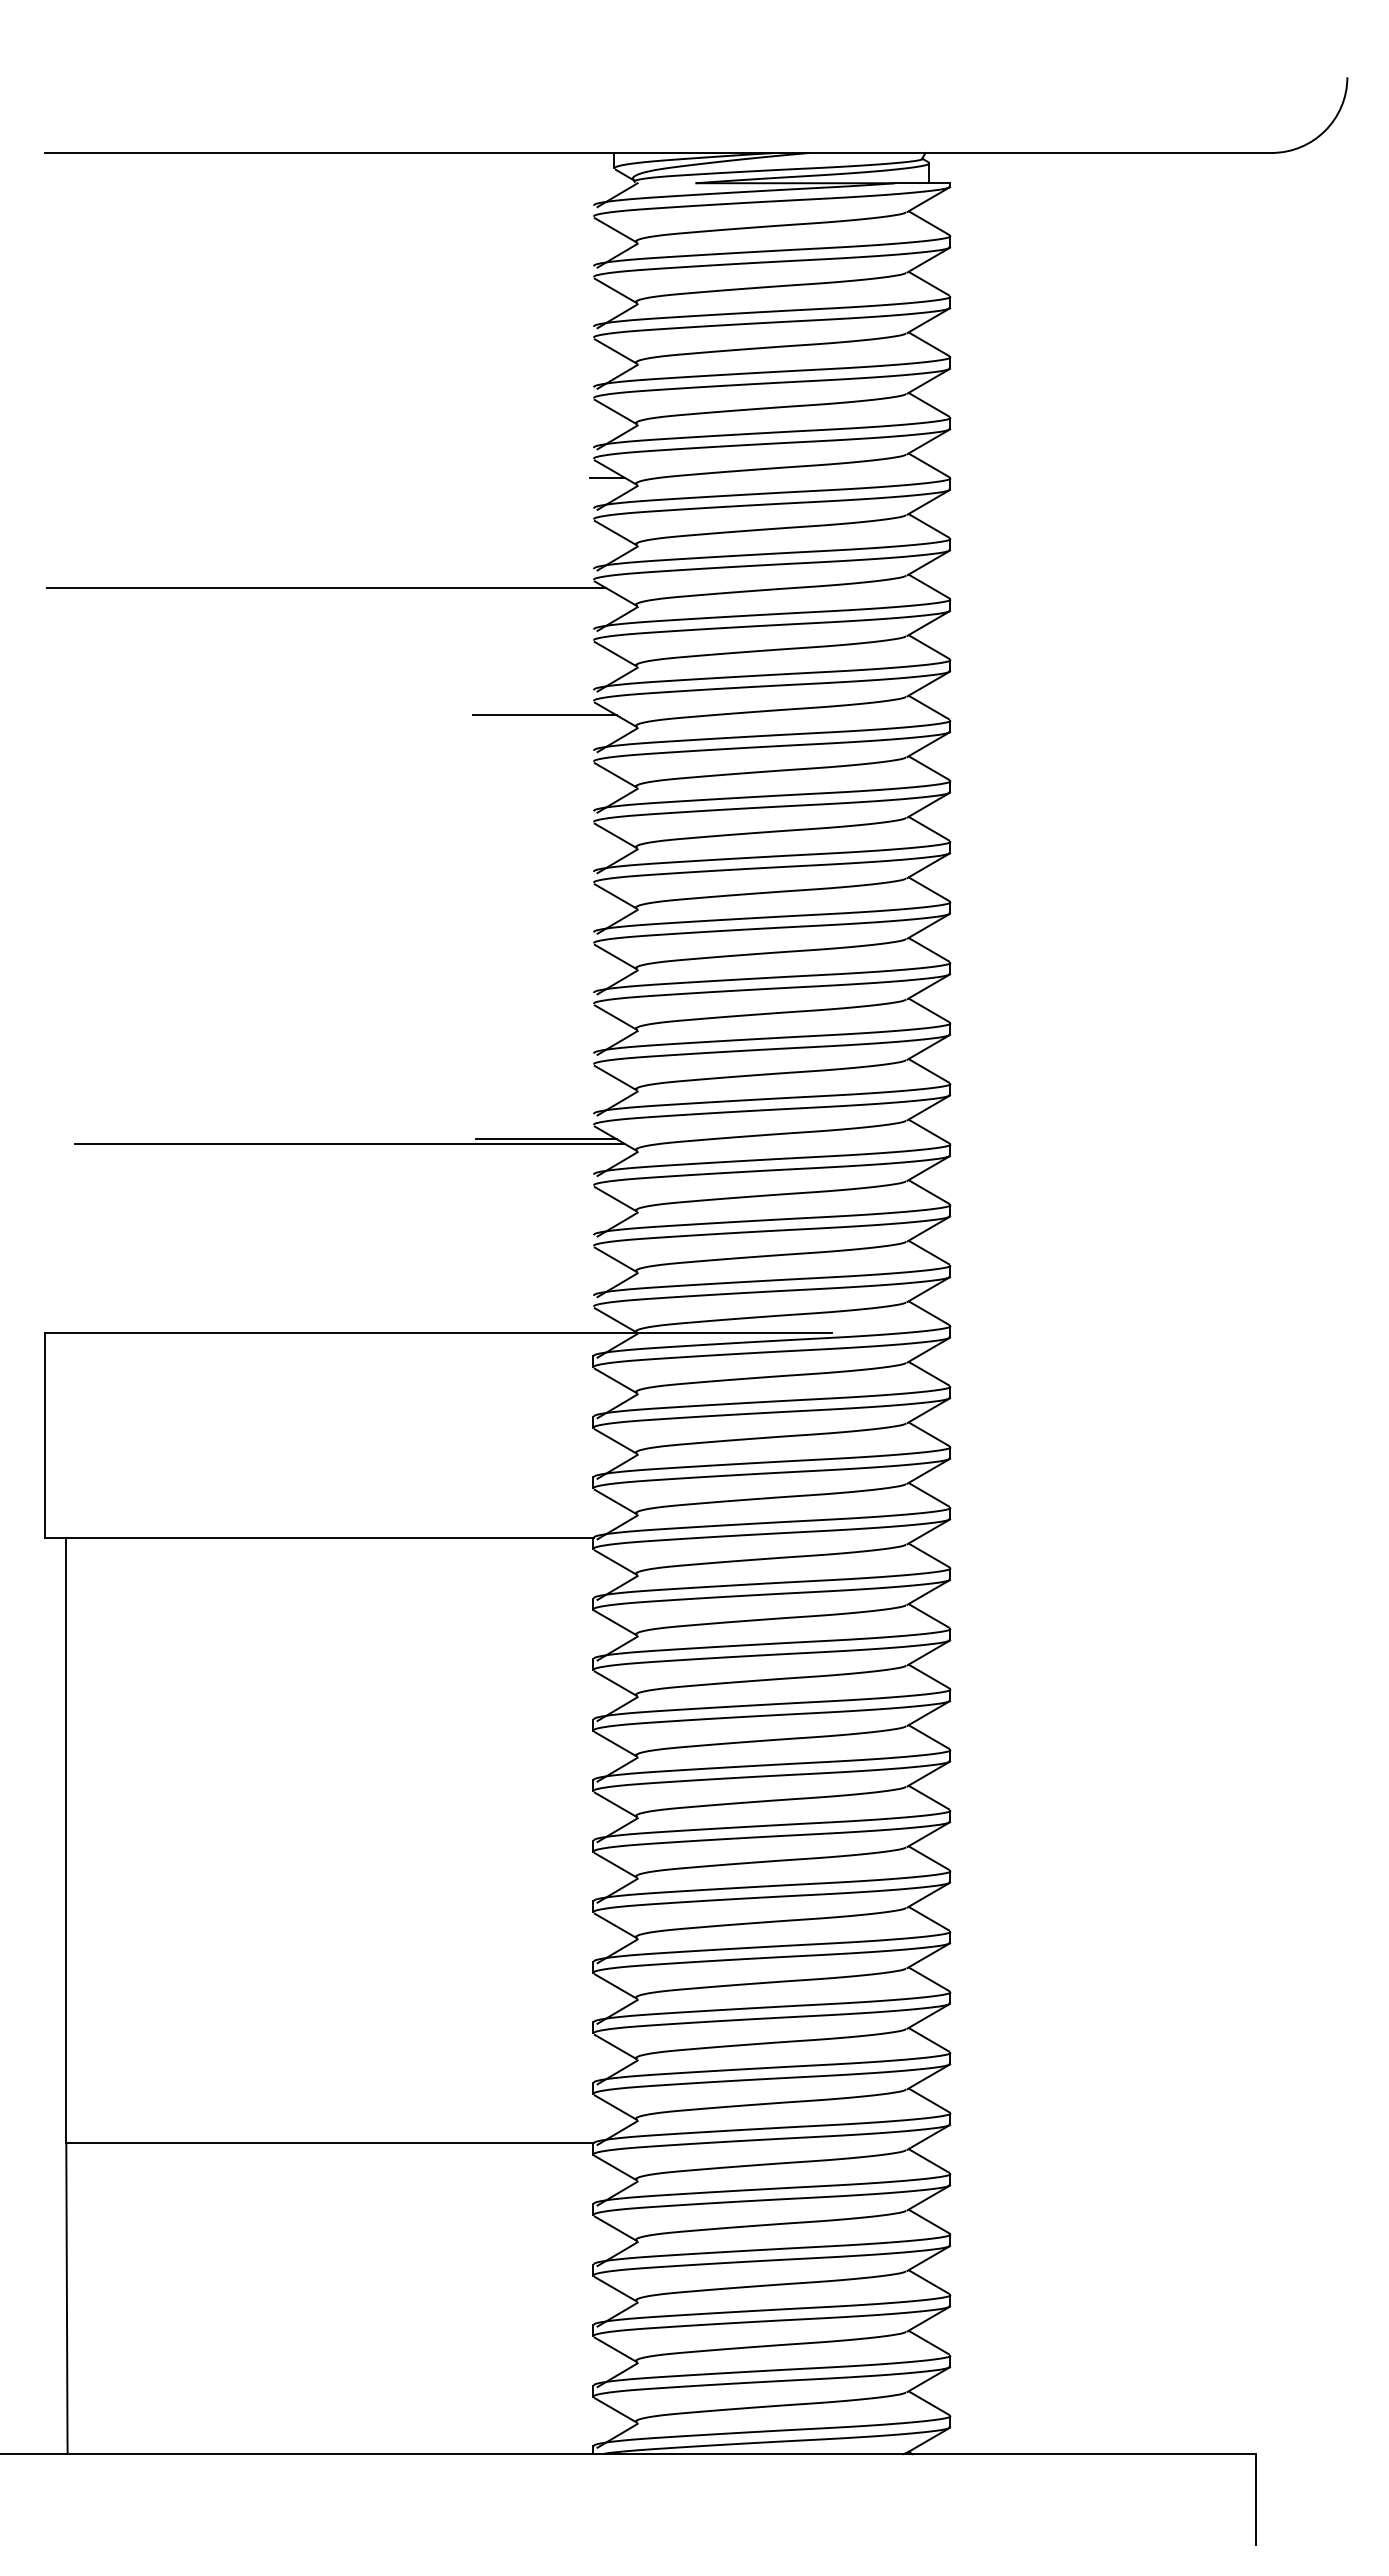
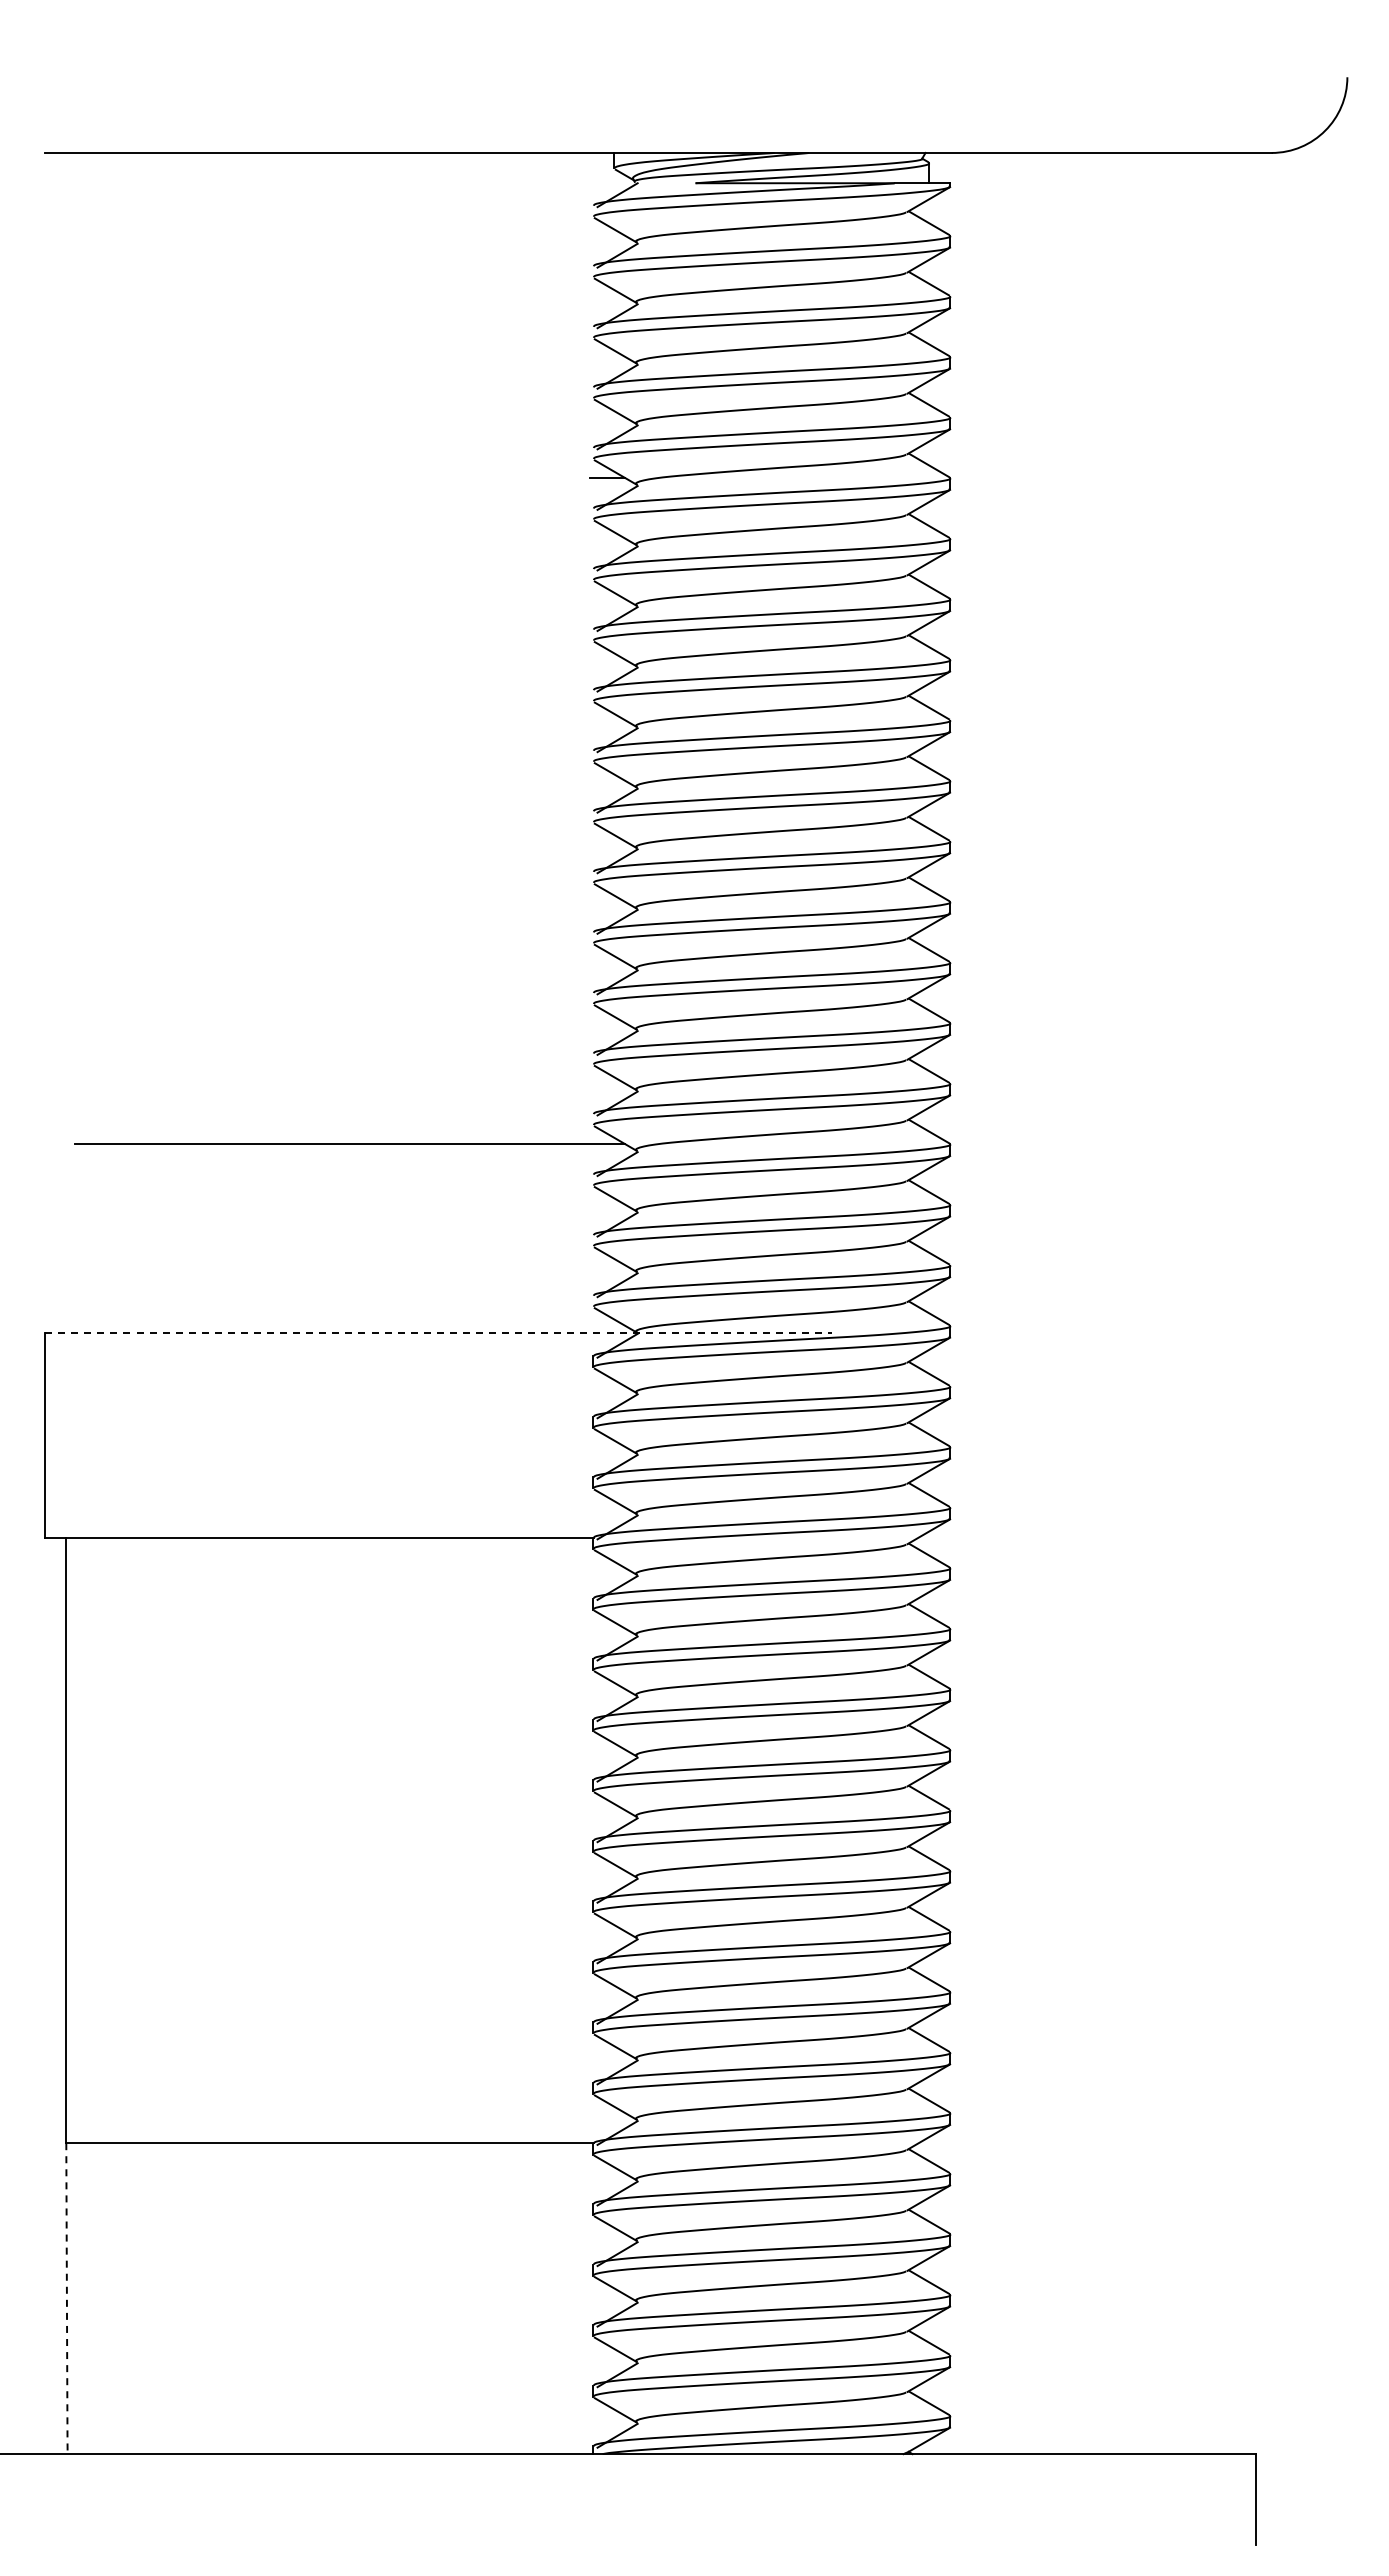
line at (326, 587): present -> none
line at (544, 715): present -> none
line at (546, 1139): present -> none
line at (438, 1333): solid -> dashed
line at (66, 2300): solid -> dashed
